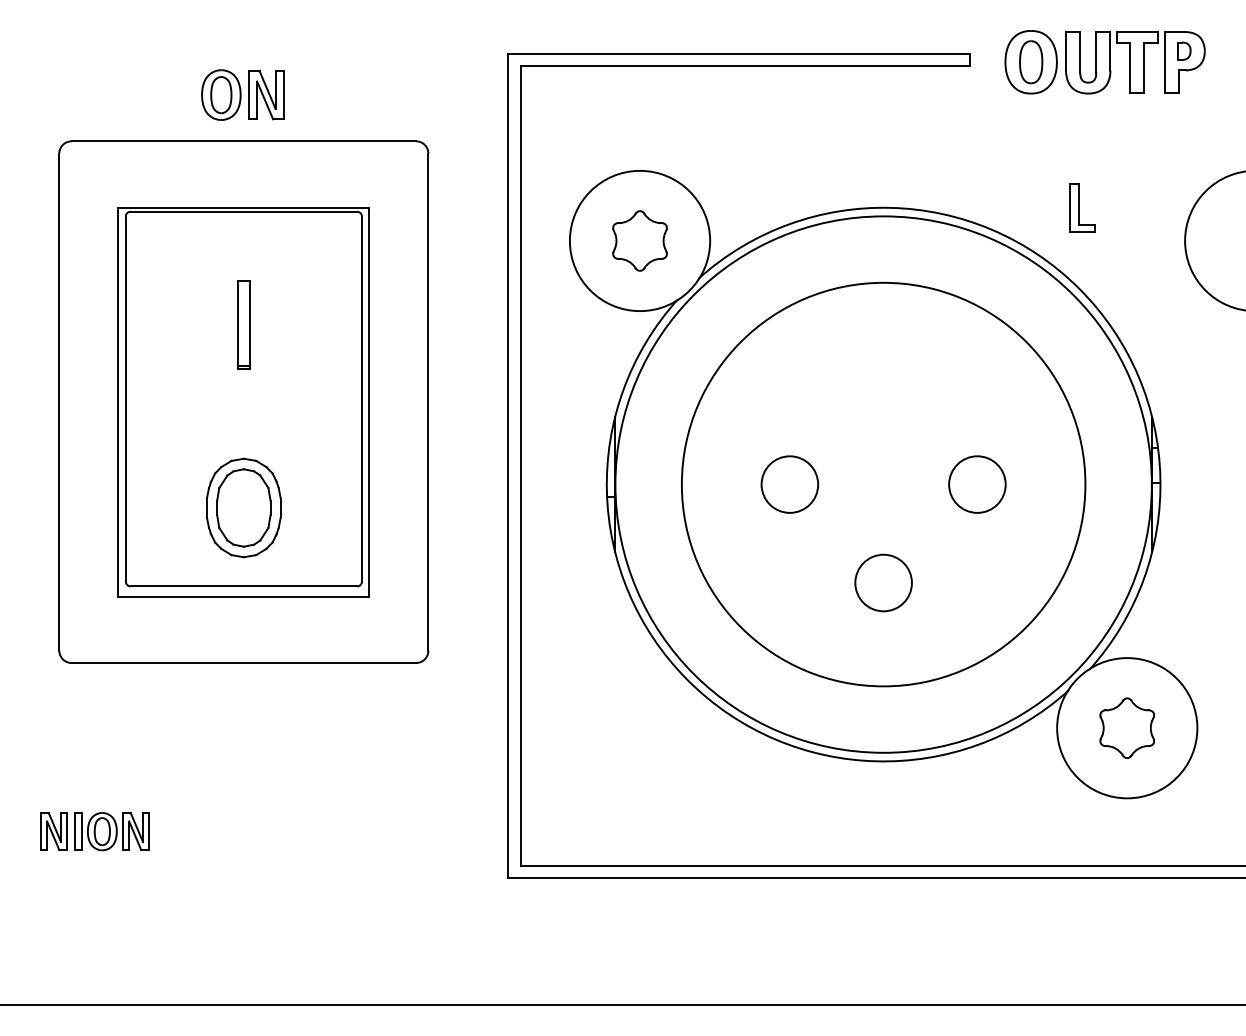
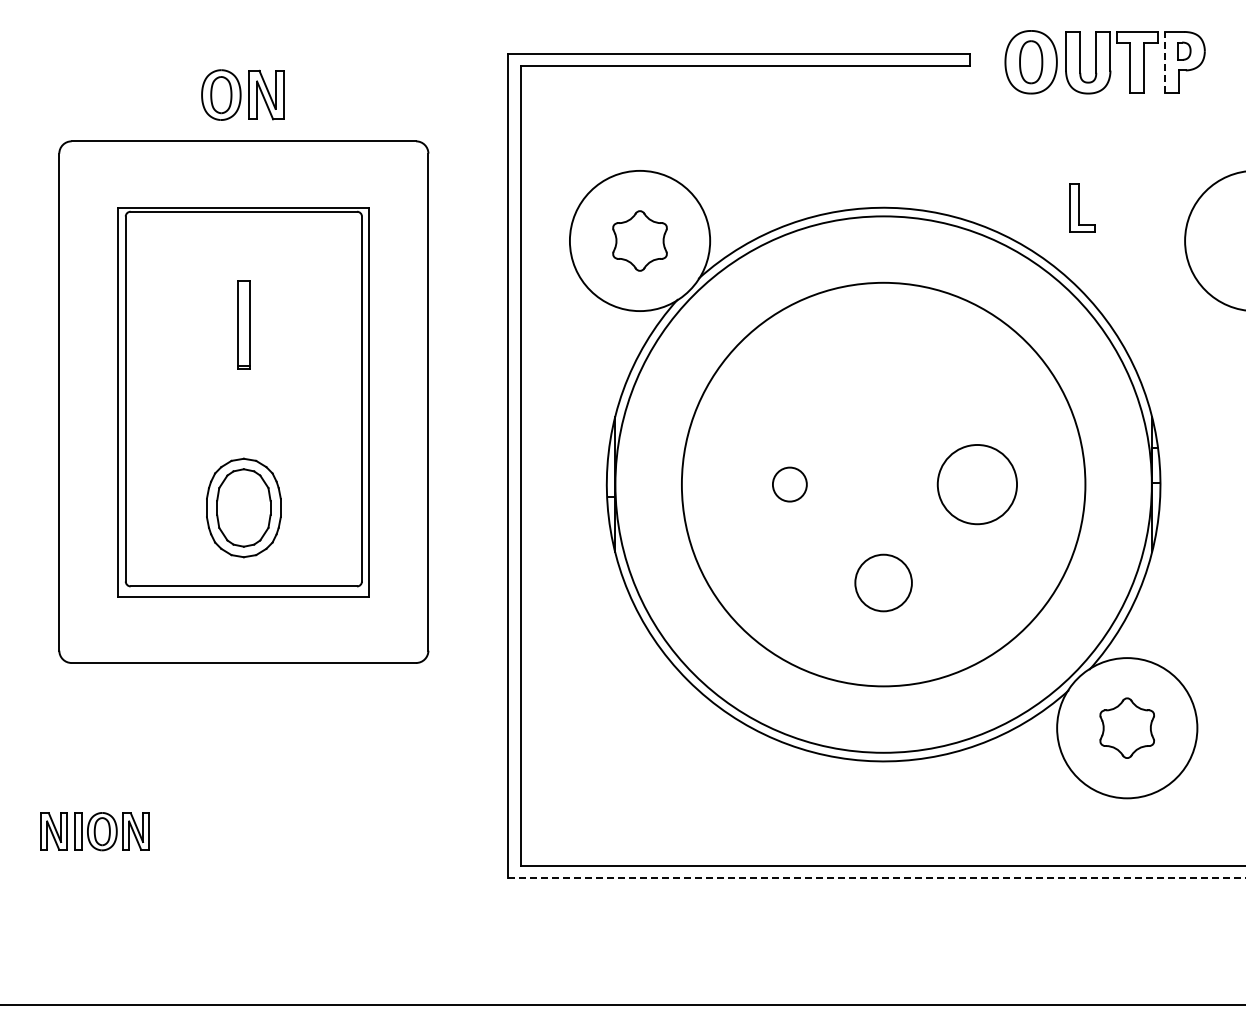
line at (1164, 61): solid -> dashed
circle at (789, 484) diameter: 57 px -> 34 px
circle at (977, 484) diameter: 57 px -> 79 px
line at (877, 878): solid -> dashed
